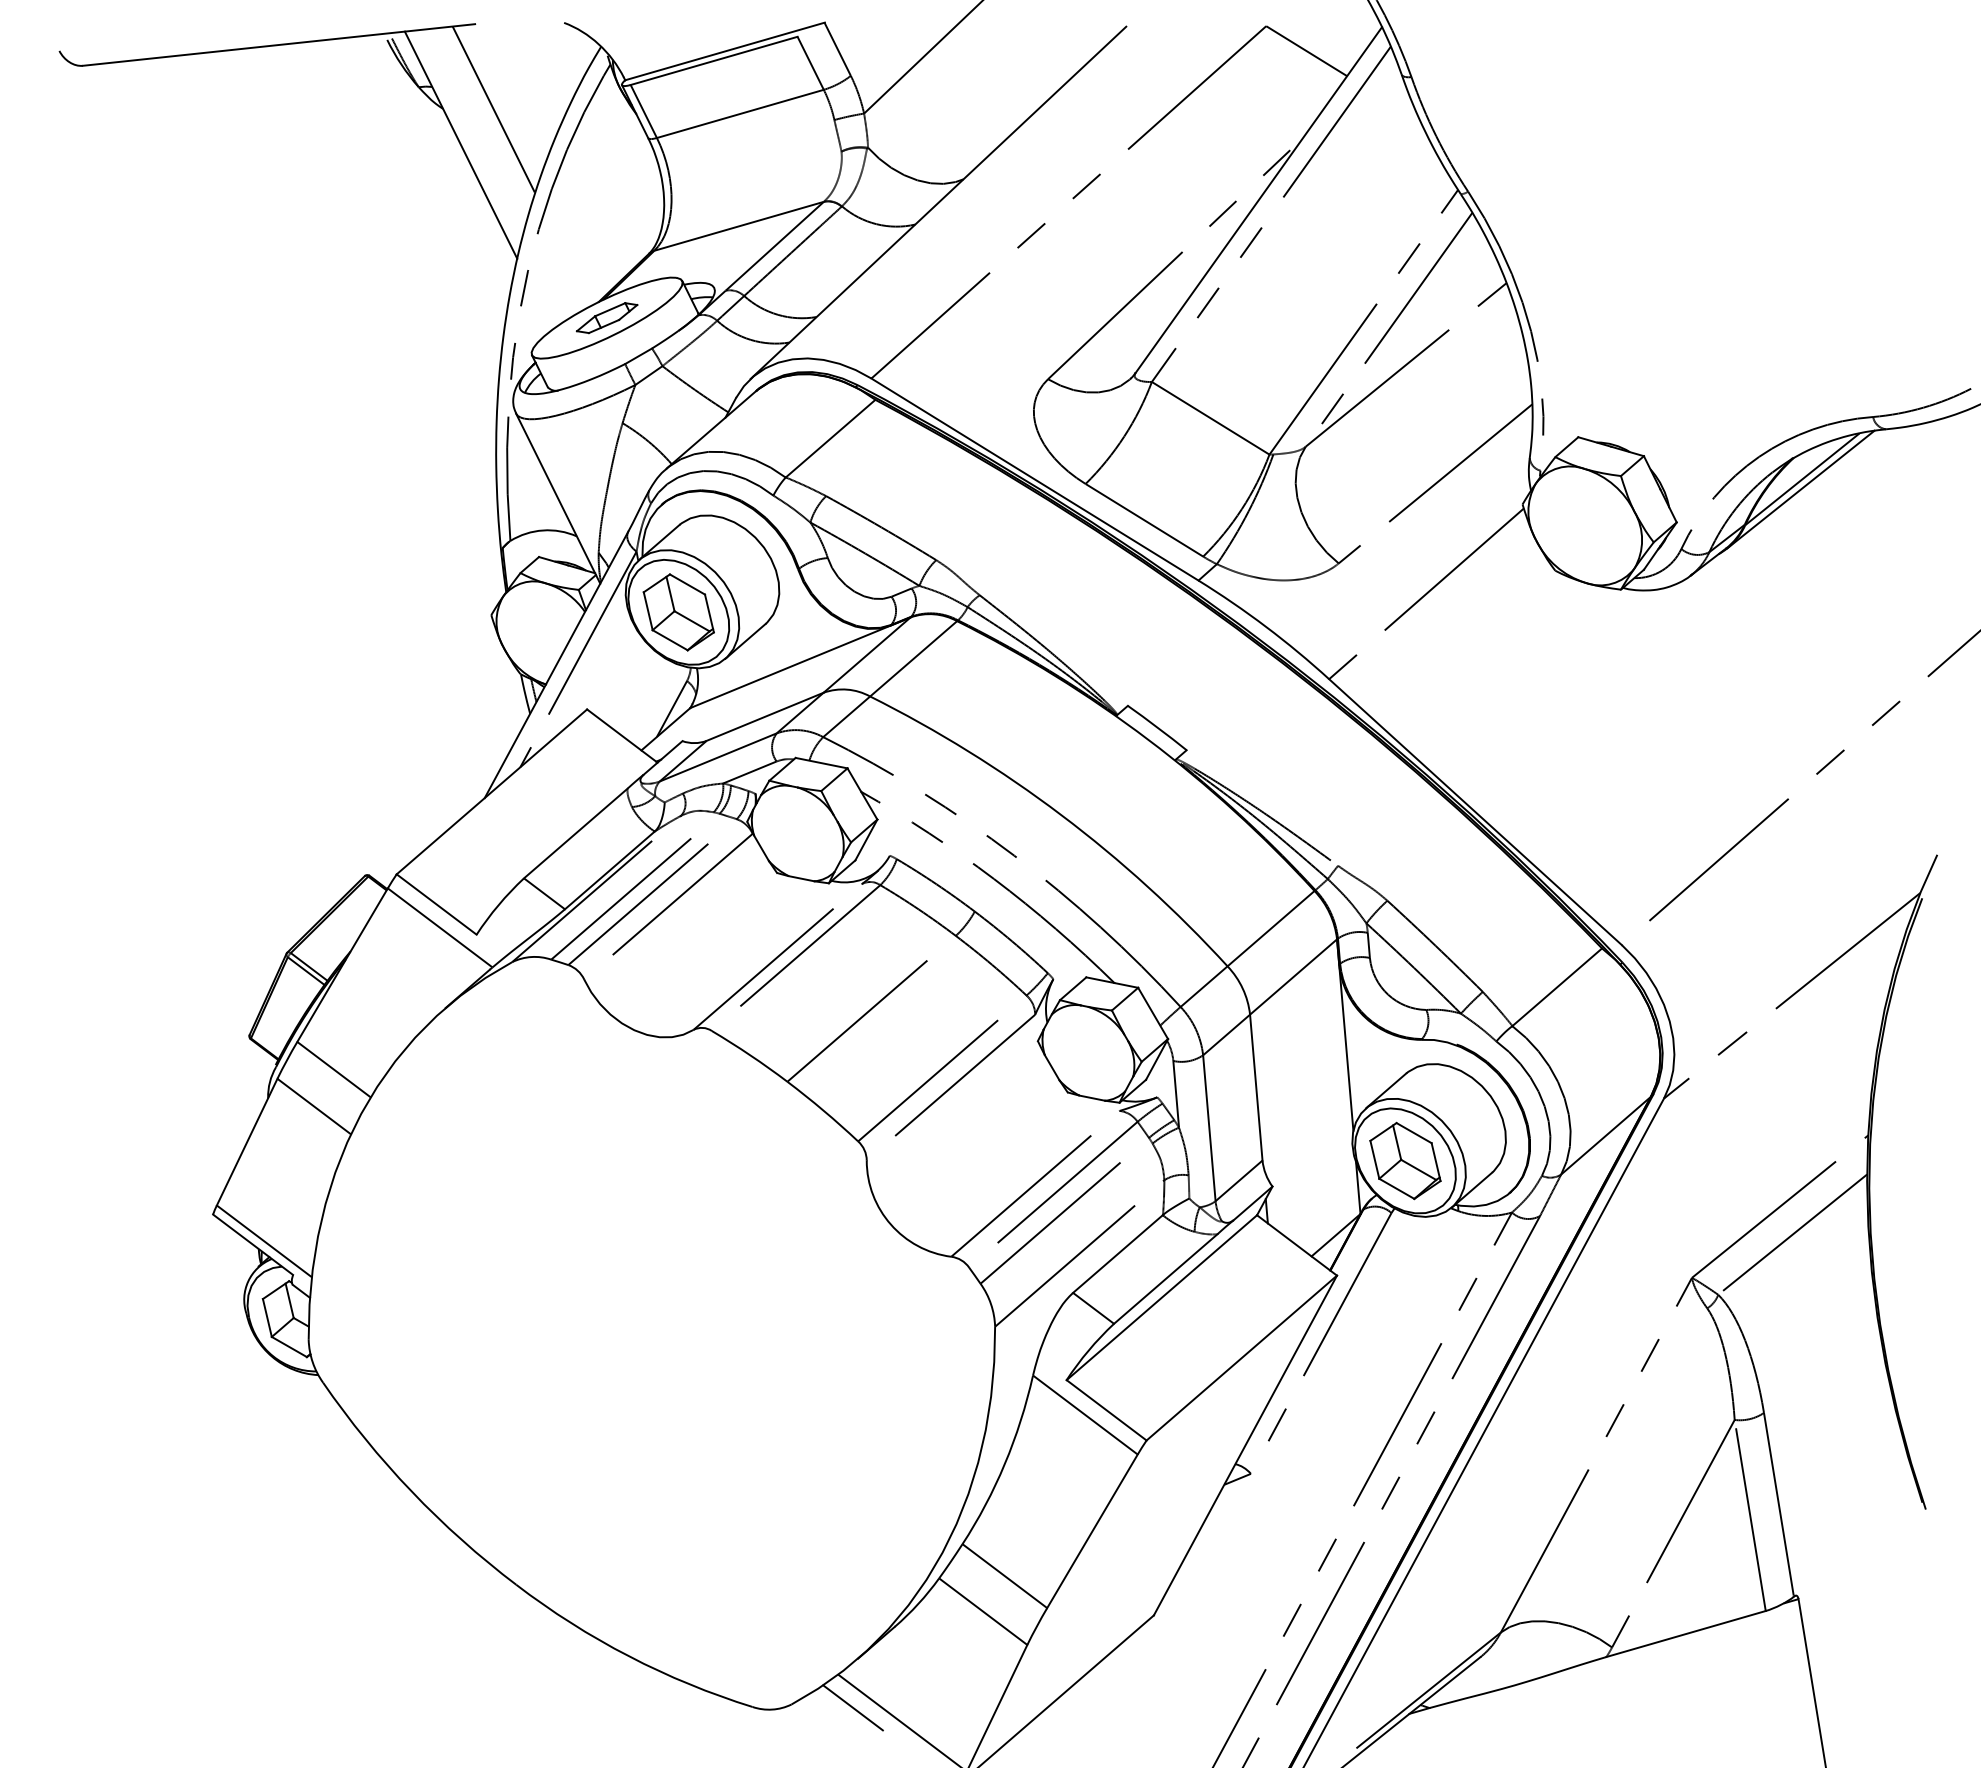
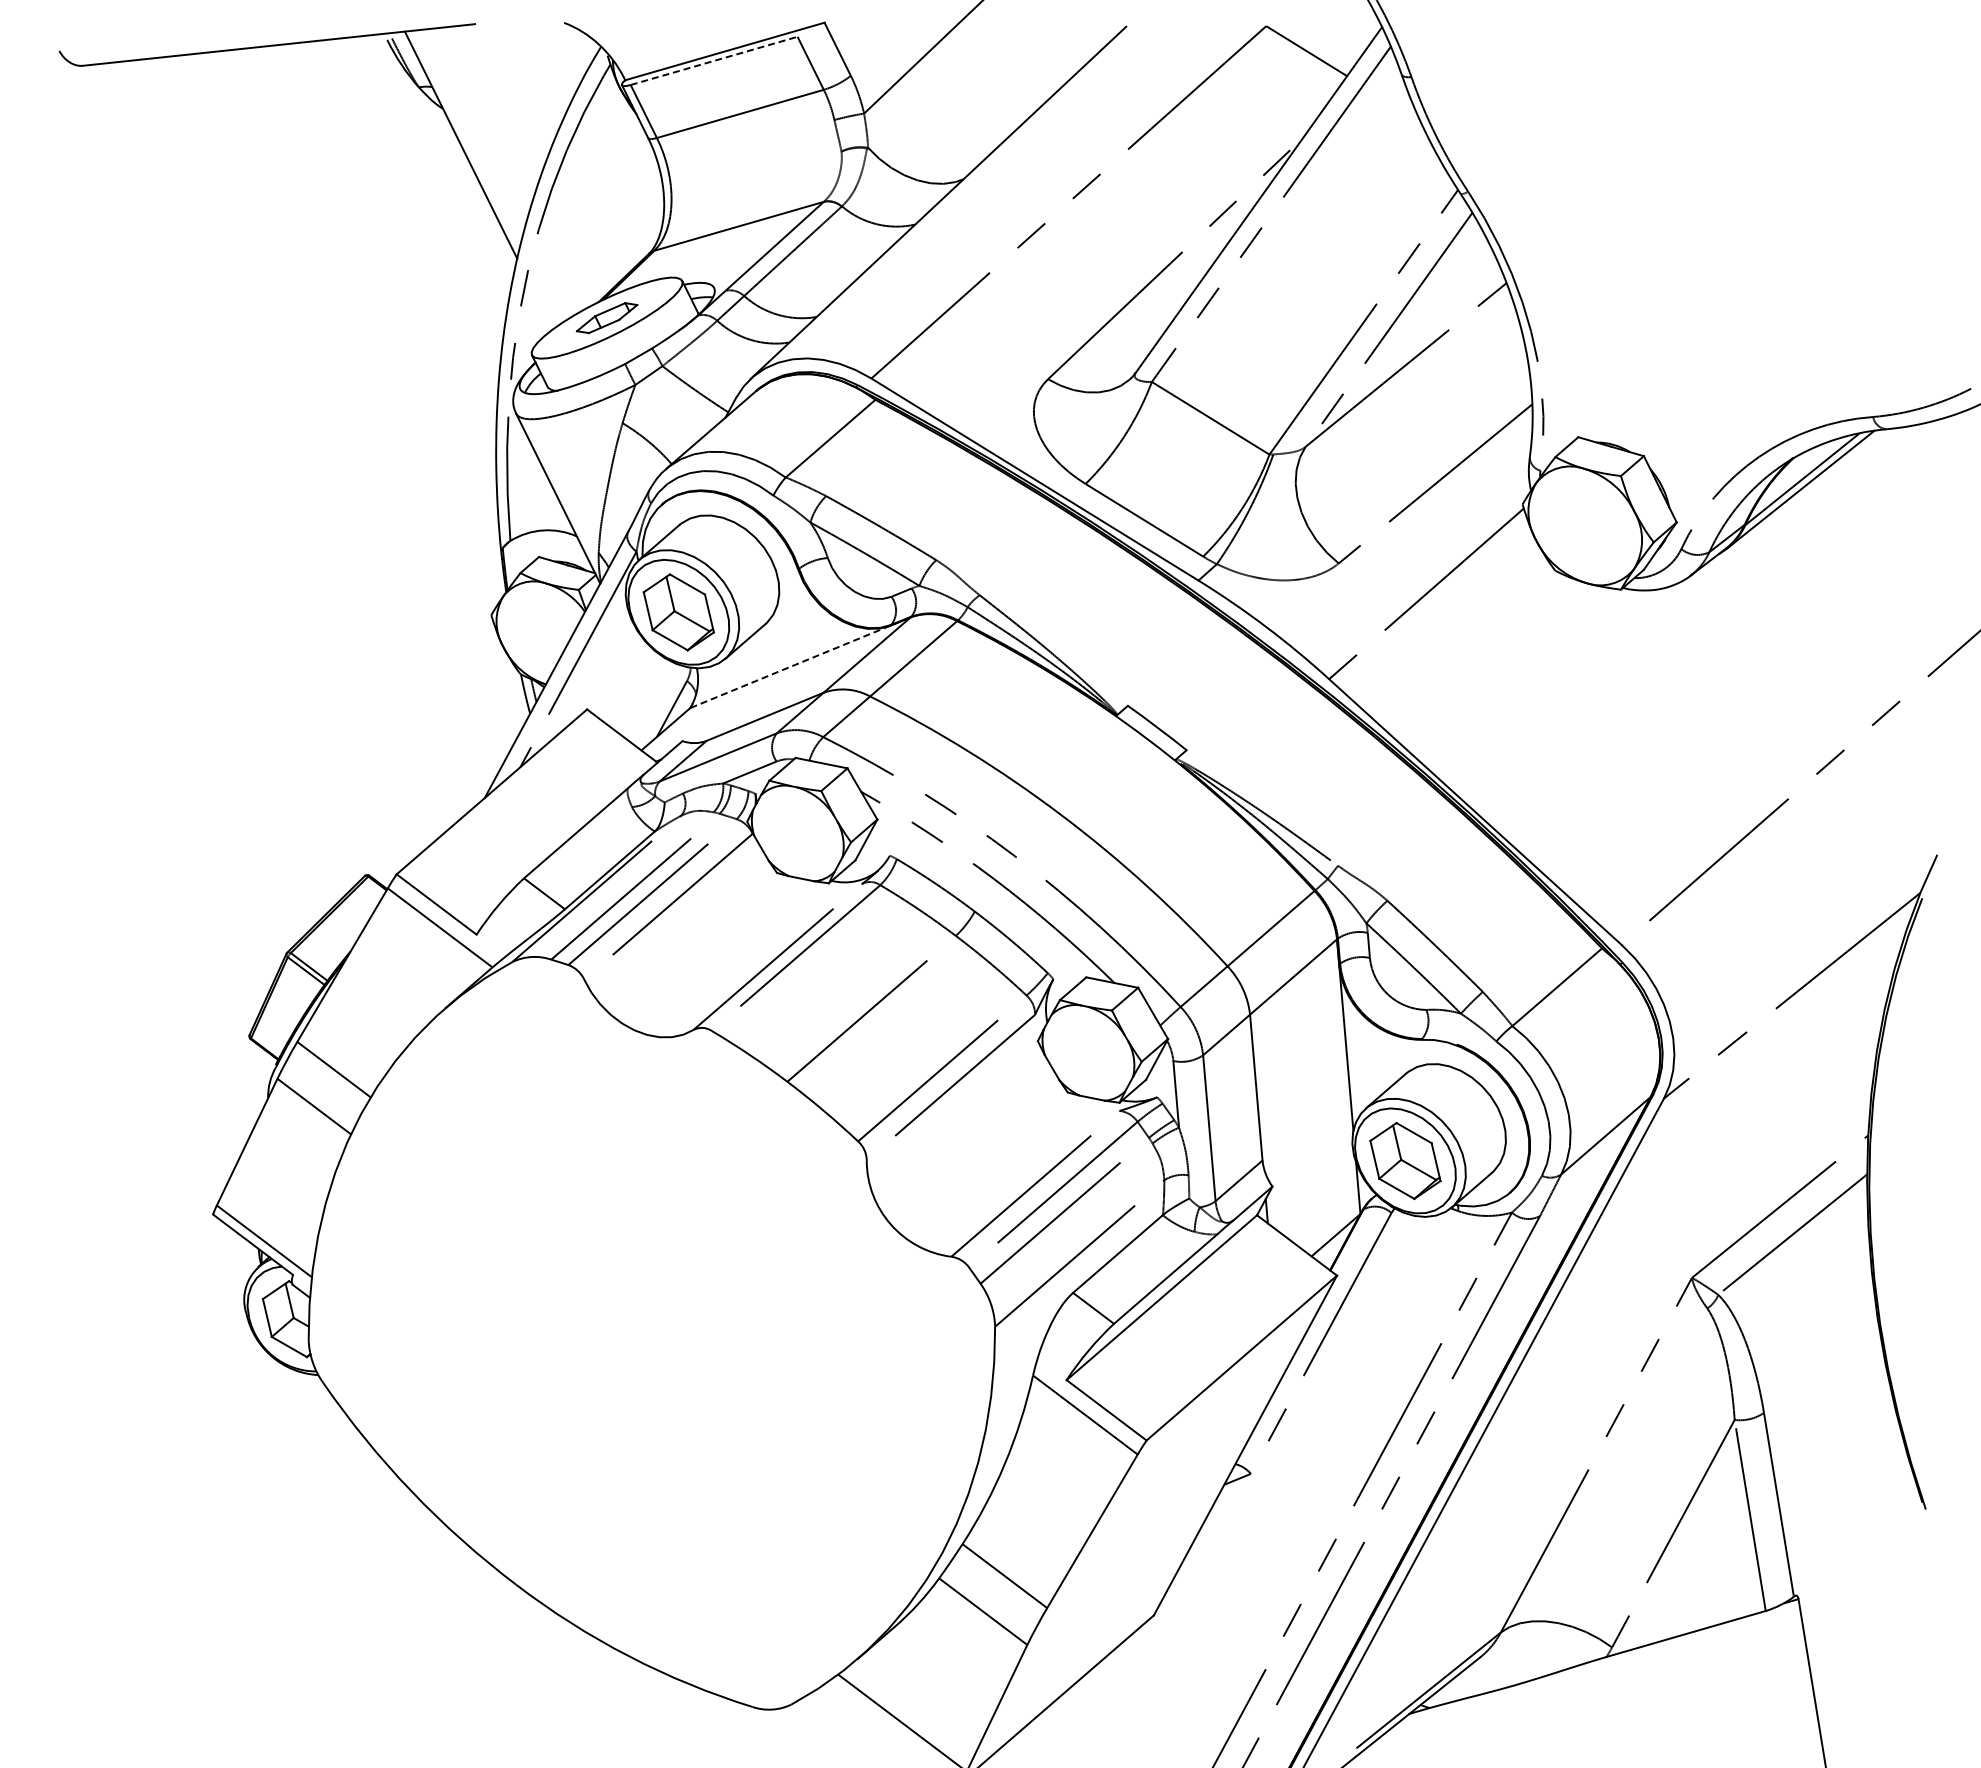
line at (714, 60): solid -> dashed
line at (493, 109): present -> none
line at (800, 662): solid -> dashed
line at (852, 1707): present -> none
